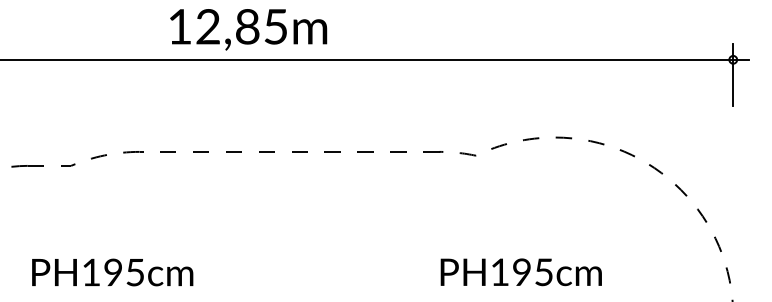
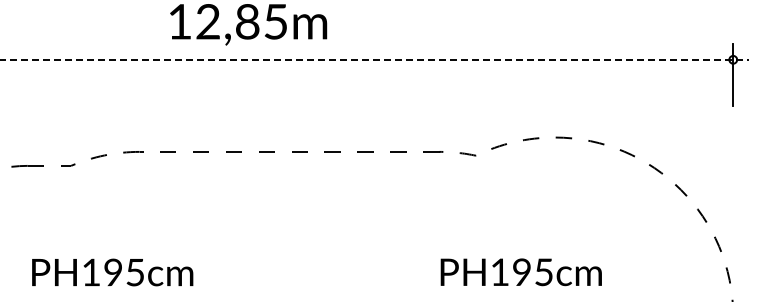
text at (248, 29) position: (248, 29) -> (248, 24)
line at (374, 59): solid -> dashed
